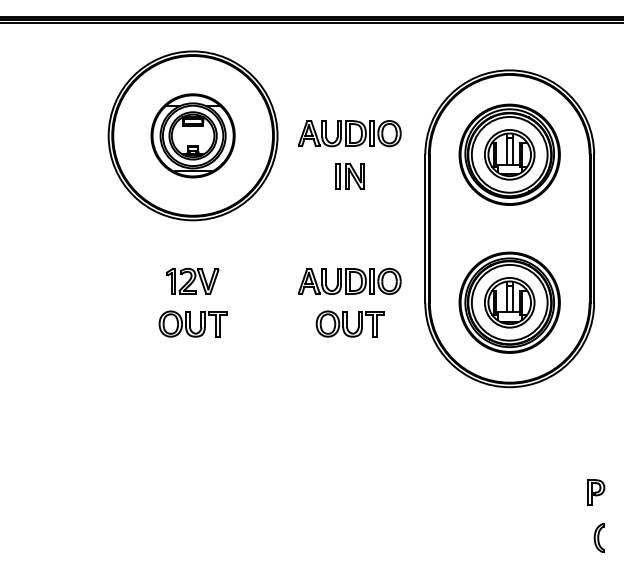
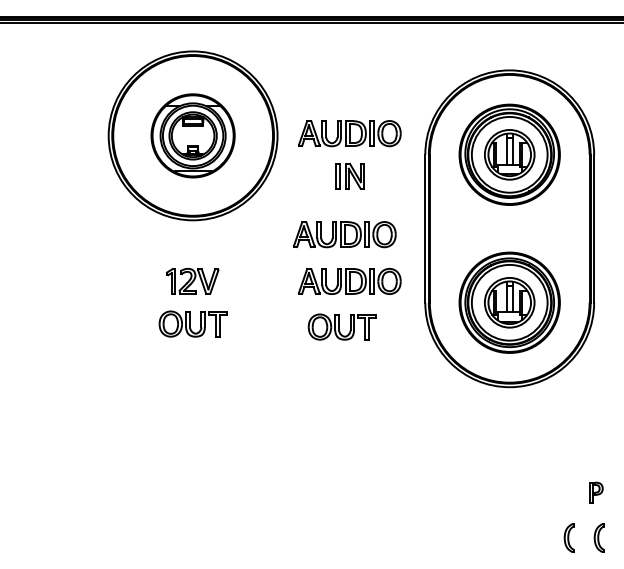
part at (344, 234): none -> present
part at (349, 323) position: (349, 323) -> (341, 326)
part at (596, 492) size: 19x27 px -> 15x23 px
part at (568, 537): none -> present
